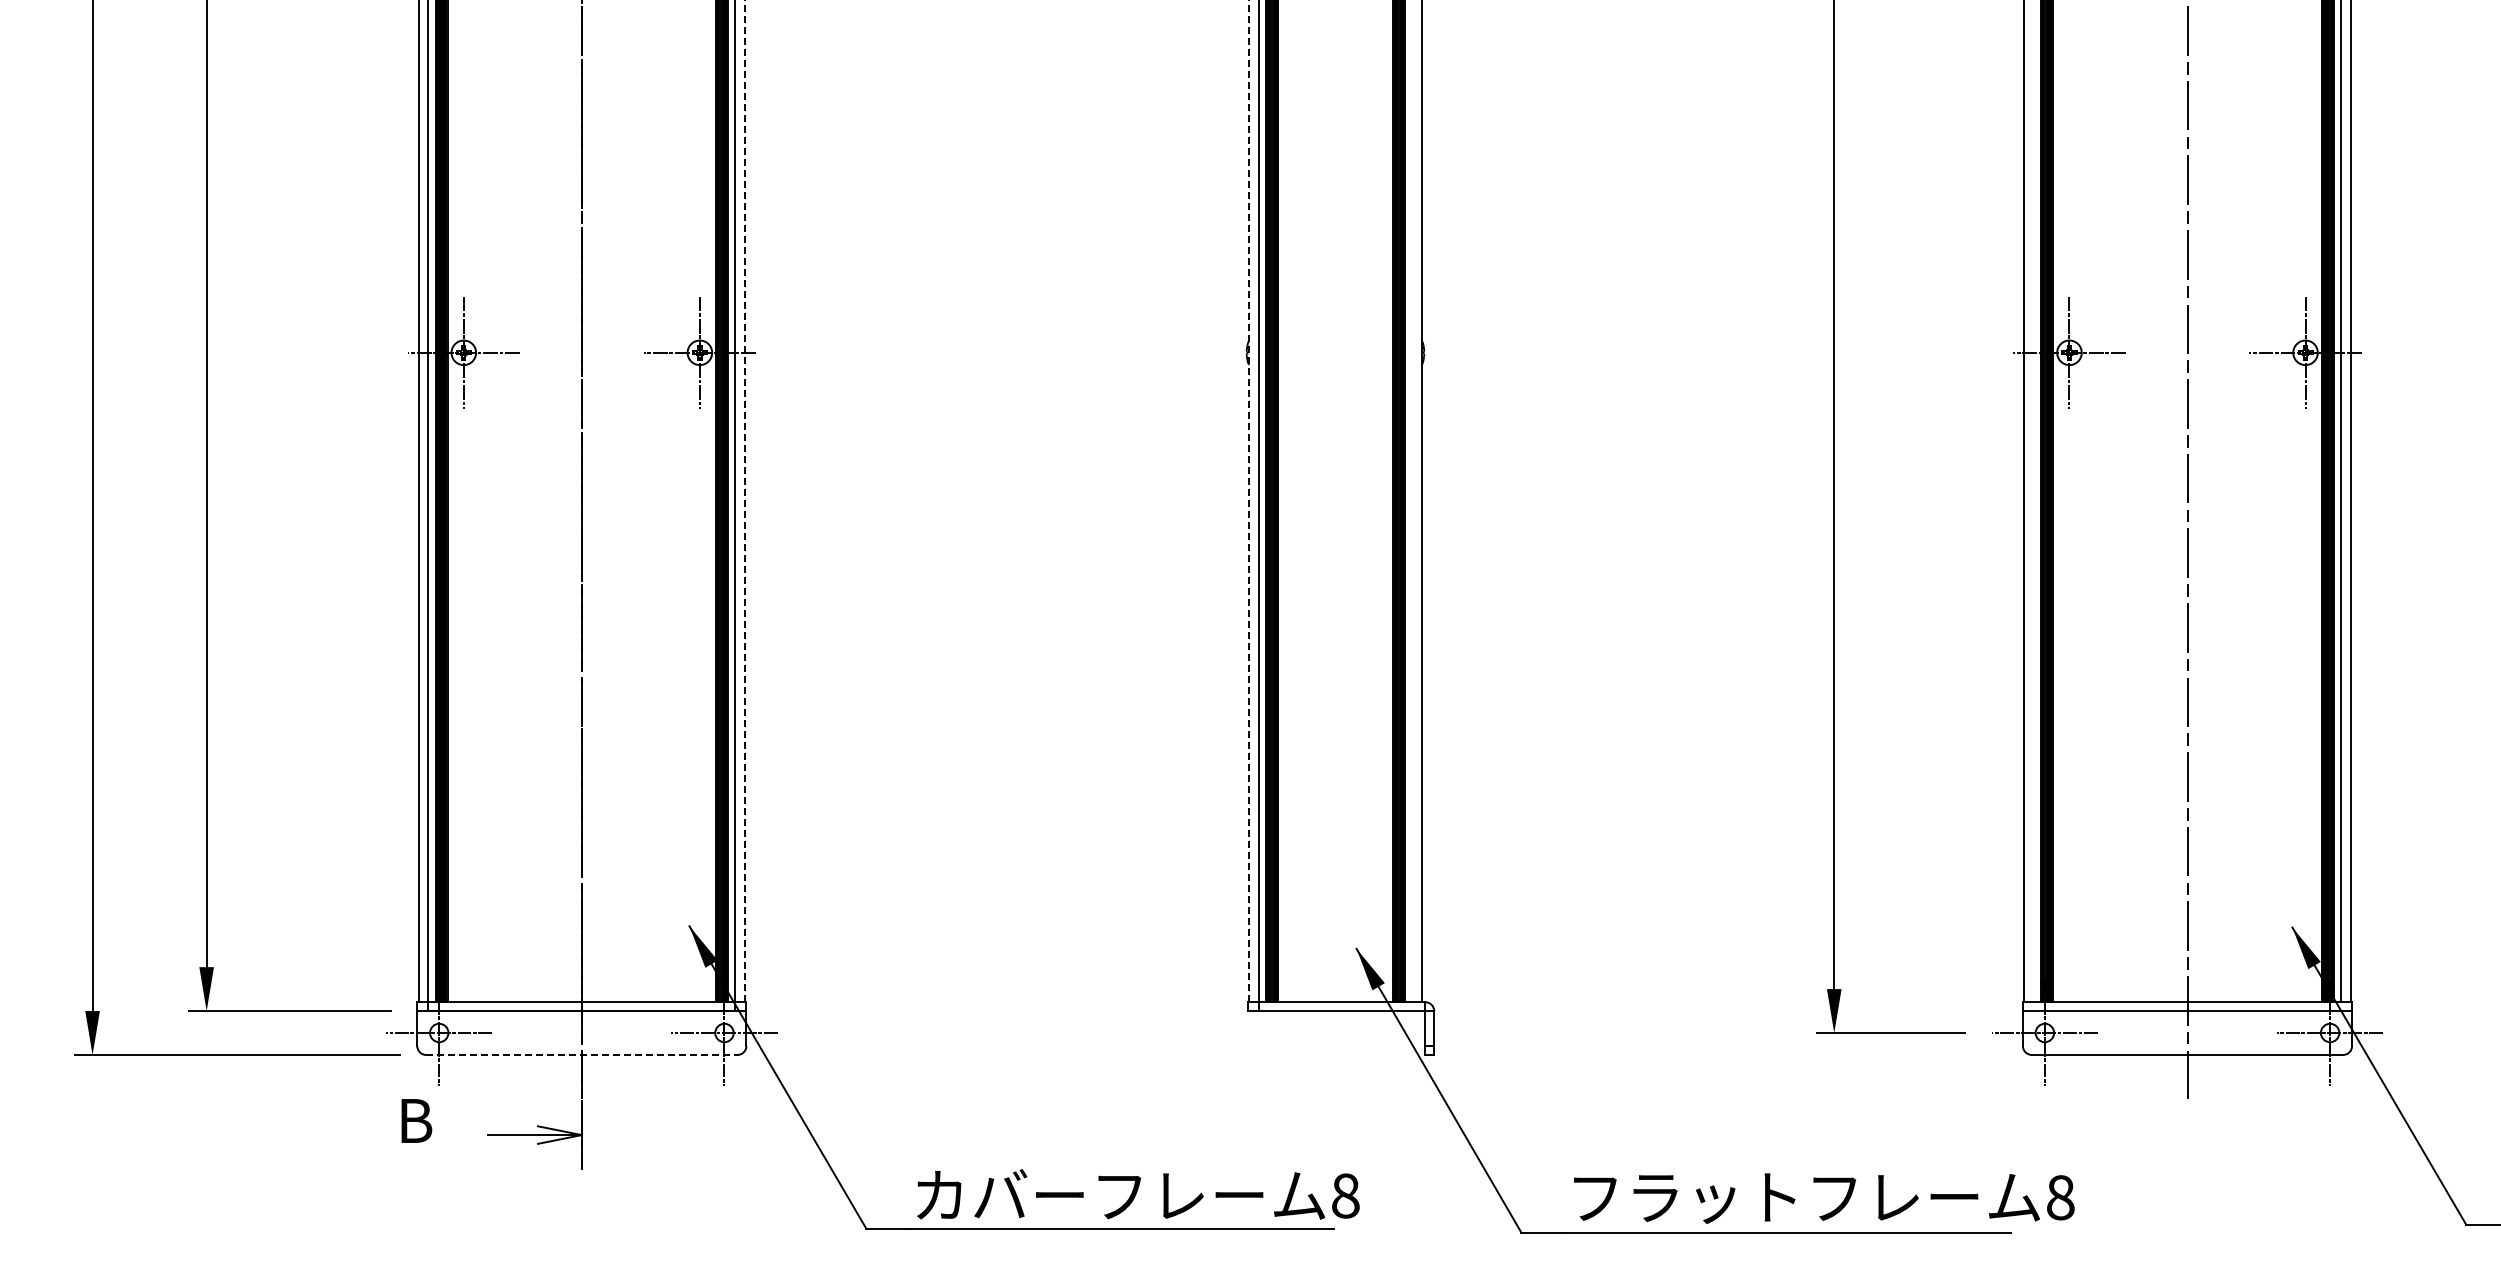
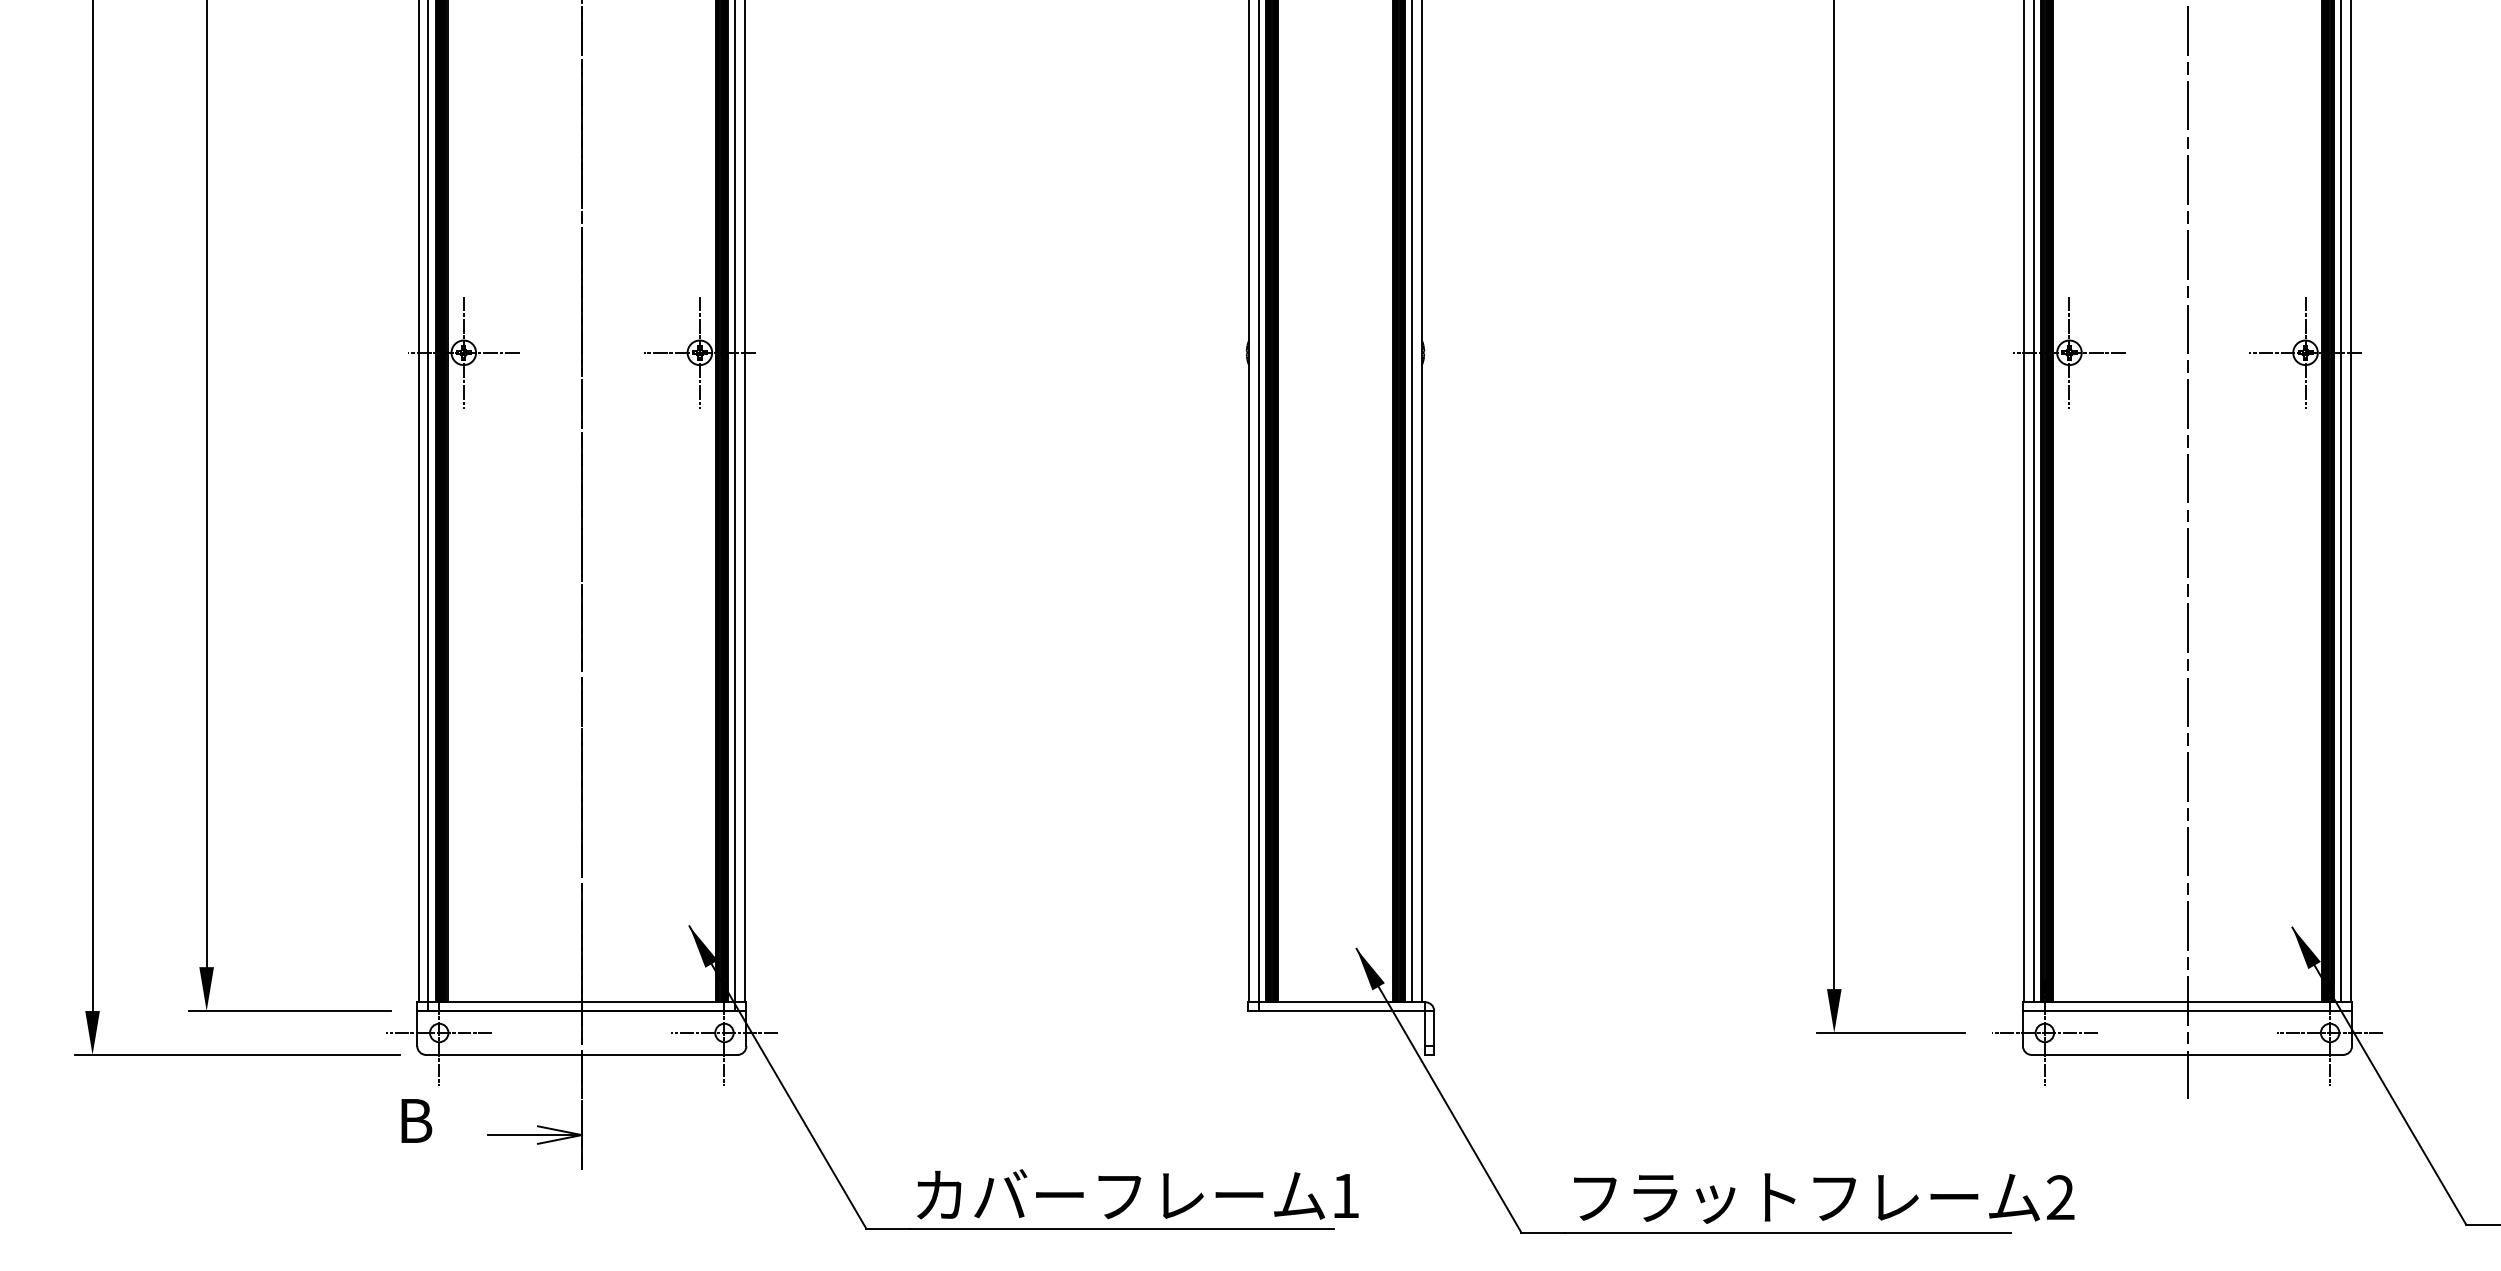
line at (745, 501): dashed -> solid
line at (1249, 501): dashed -> solid
line at (1412, 502): none -> present
line at (2033, 502): none -> present
line at (581, 1054): dashed -> solid
text at (1345, 1195): 8 -> 1
text at (2060, 1197): 8 -> 2
